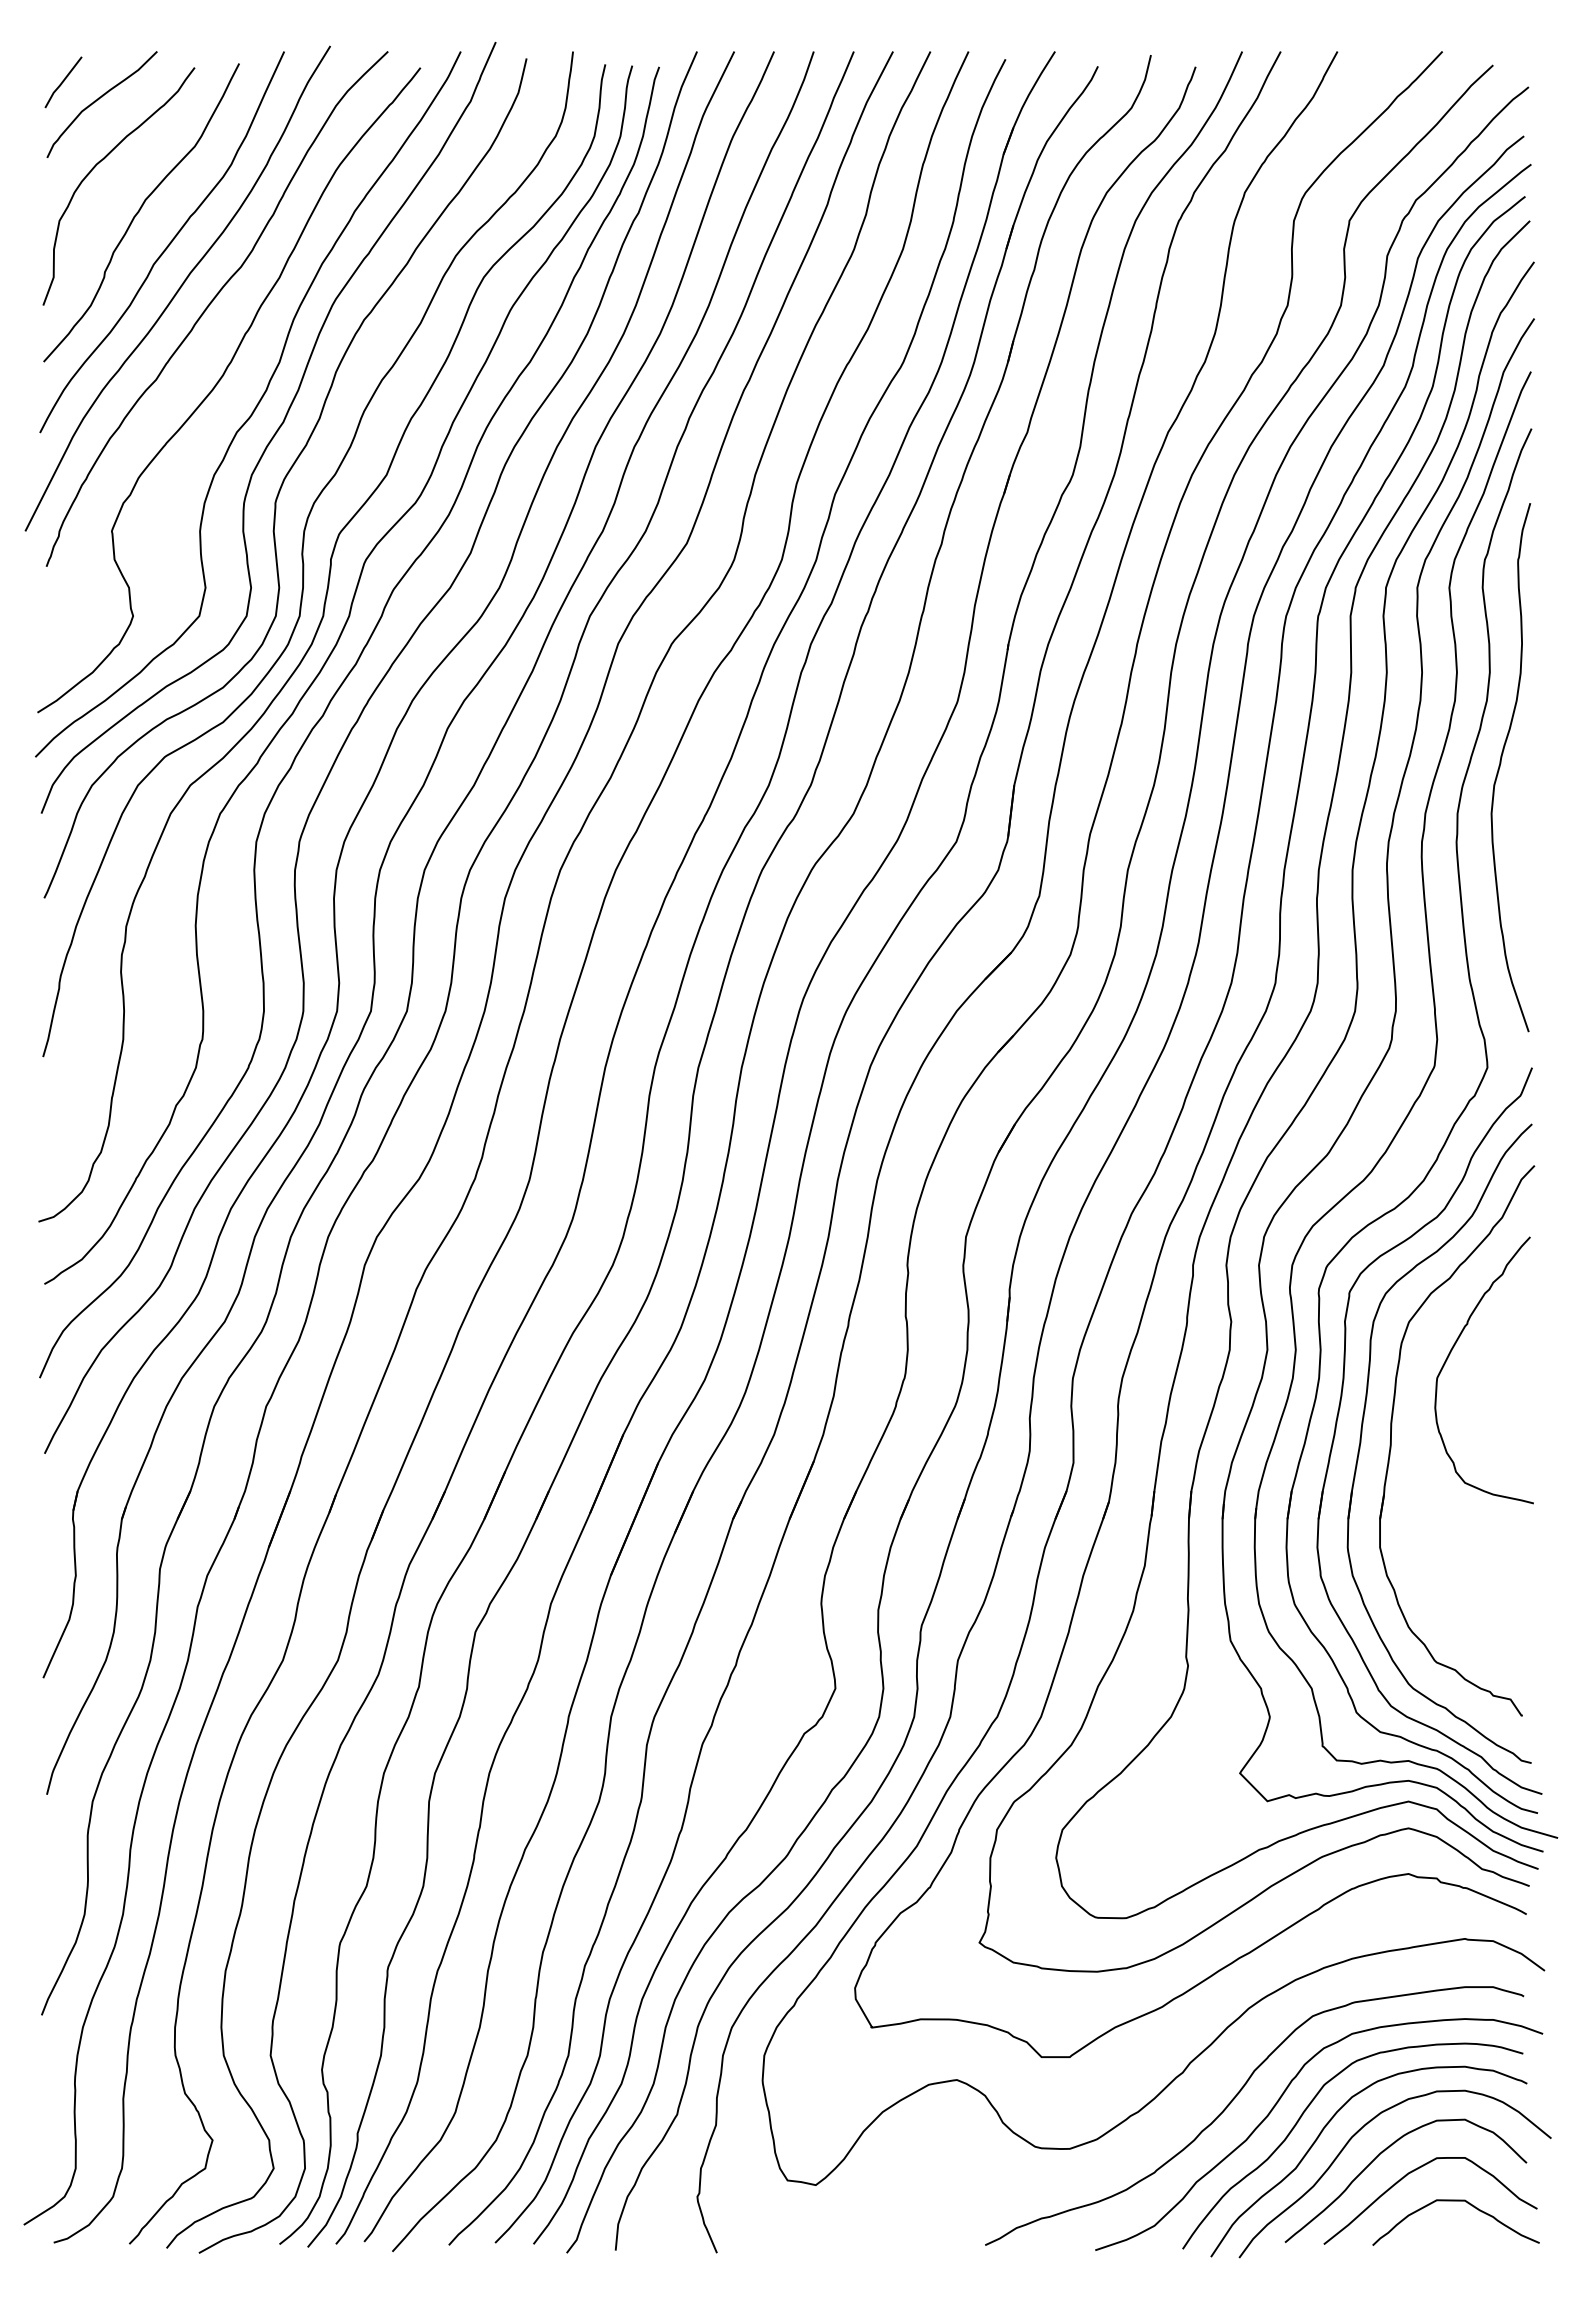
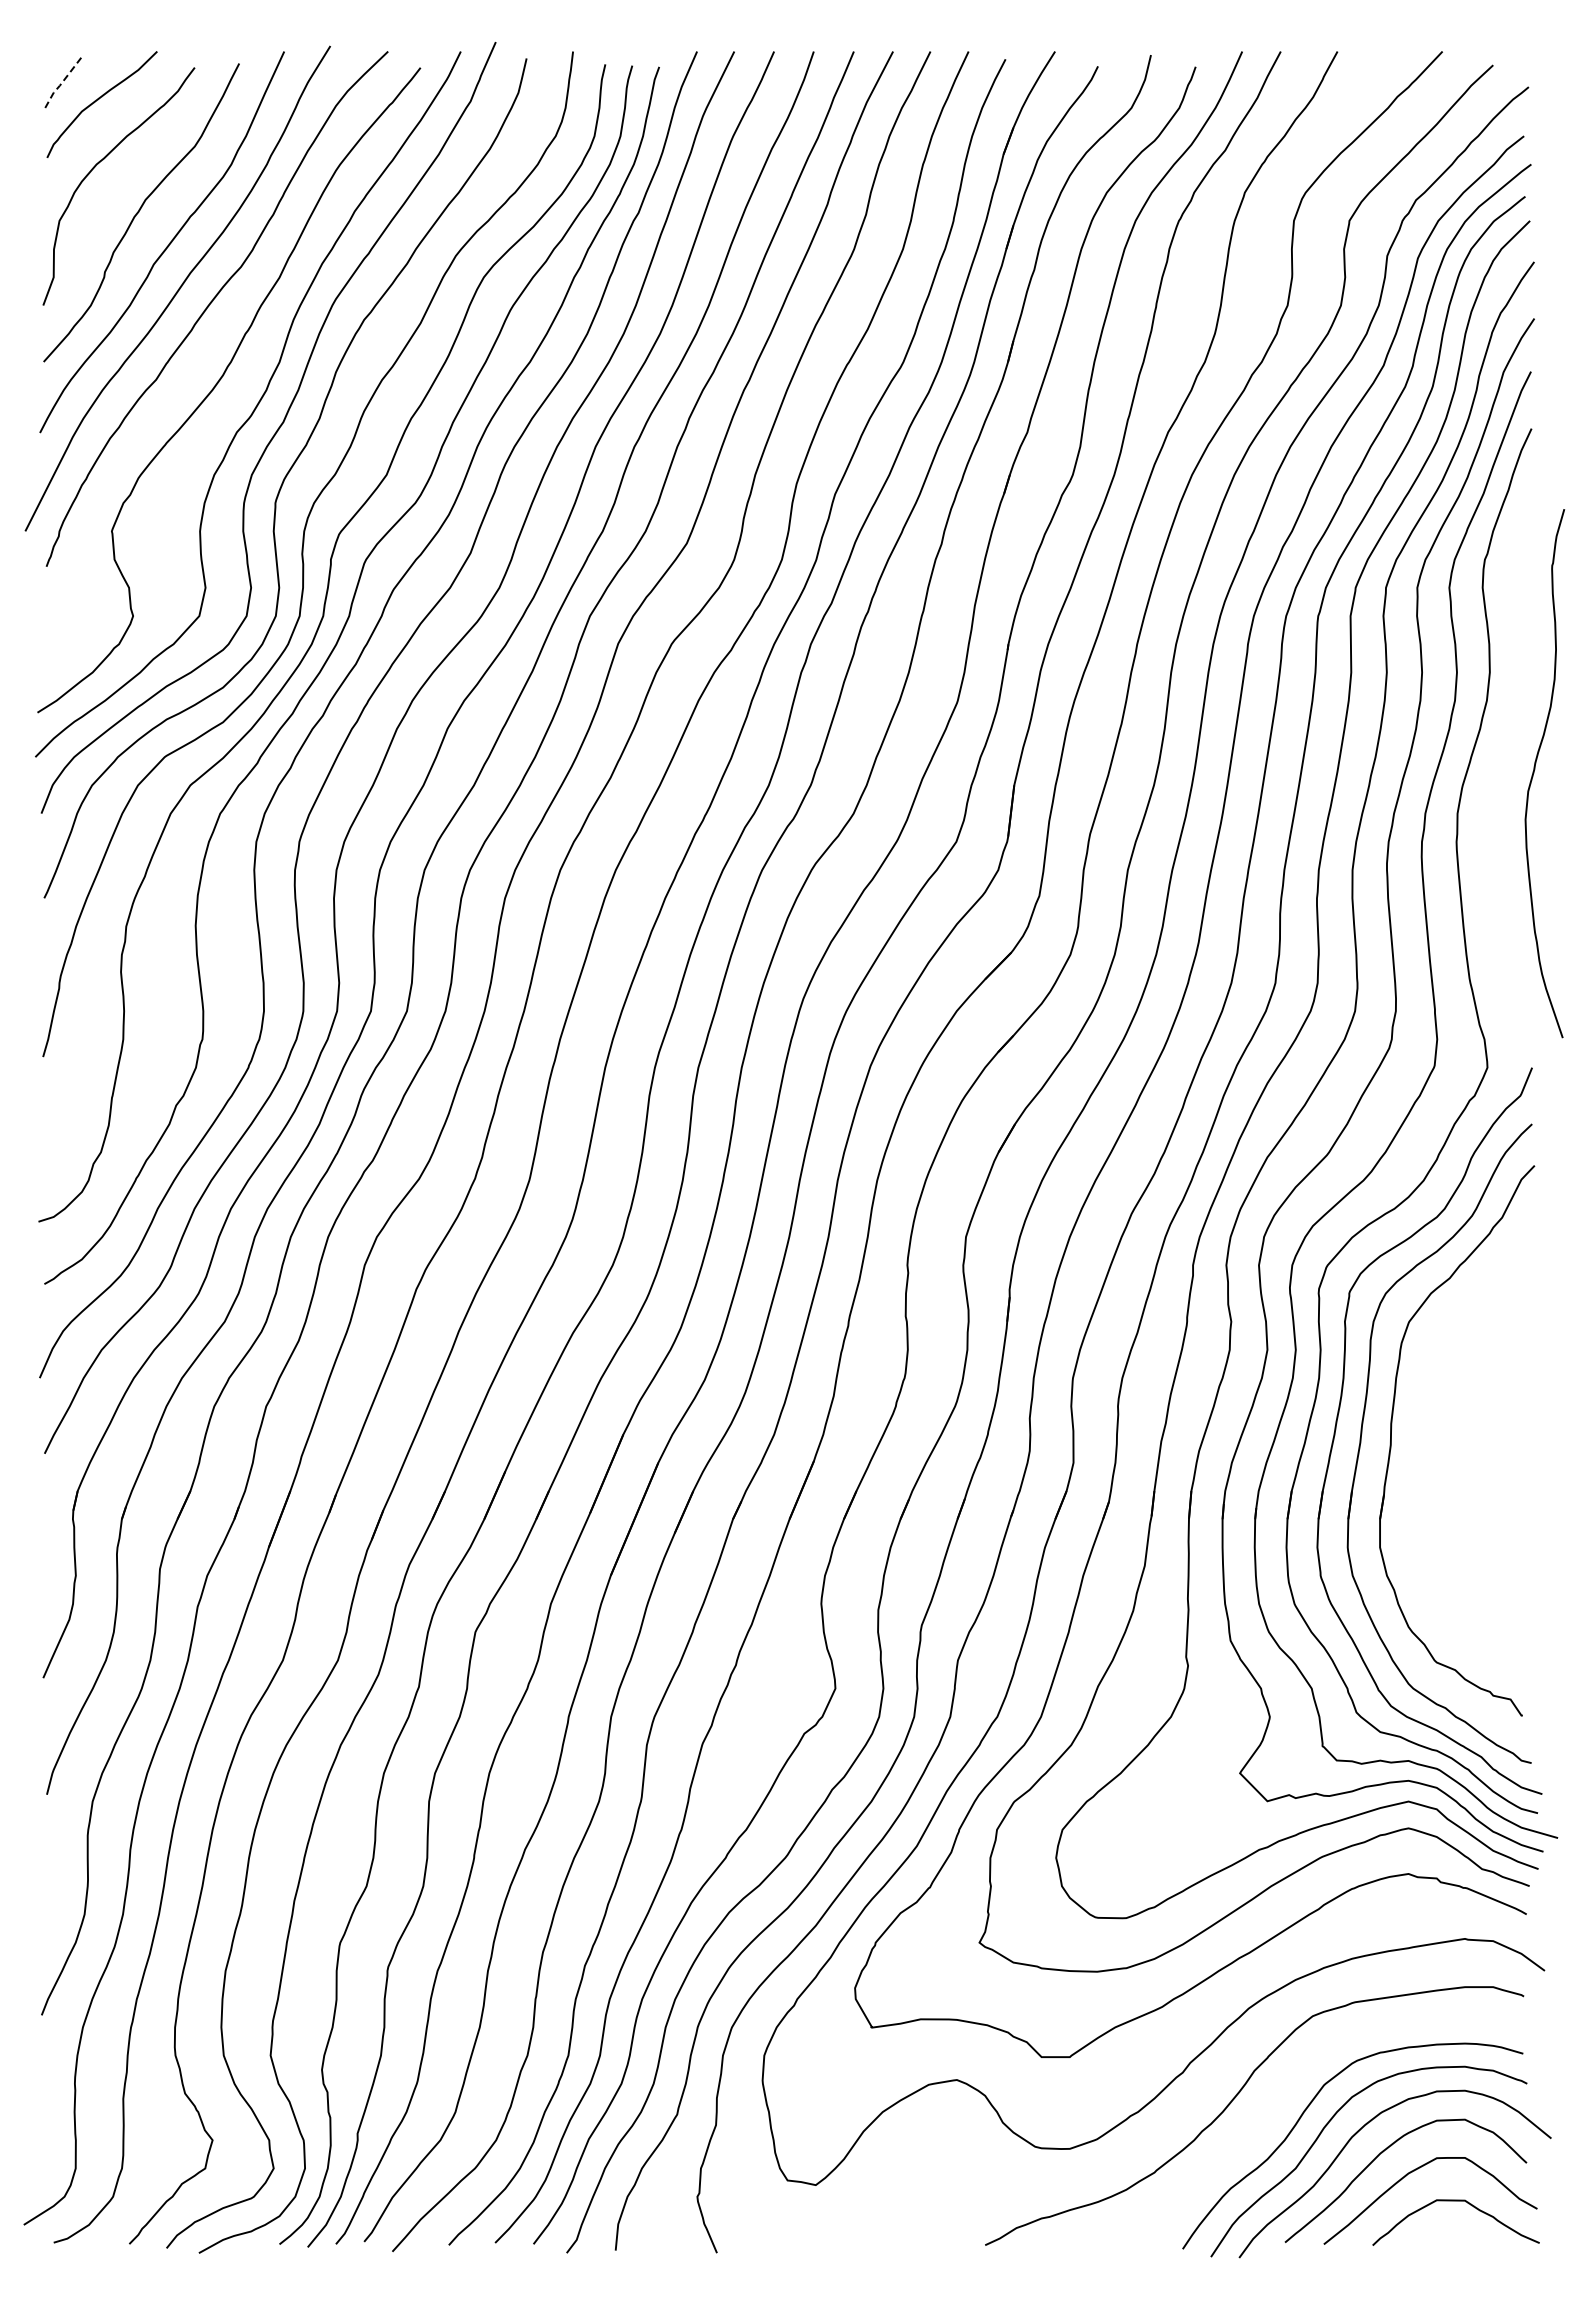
line at (62, 82): solid -> dashed
curve at (1501, 763) position: (1501, 763) -> (1535, 769)
curve at (1450, 1354): present -> none
curve at (1276, 2105): present -> none
